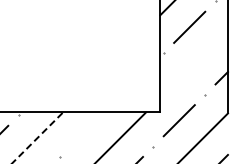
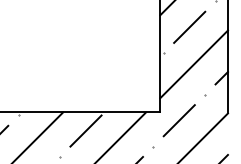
line at (193, 64): none -> present
line at (85, 130): none -> present
line at (37, 137): dashed -> solid
